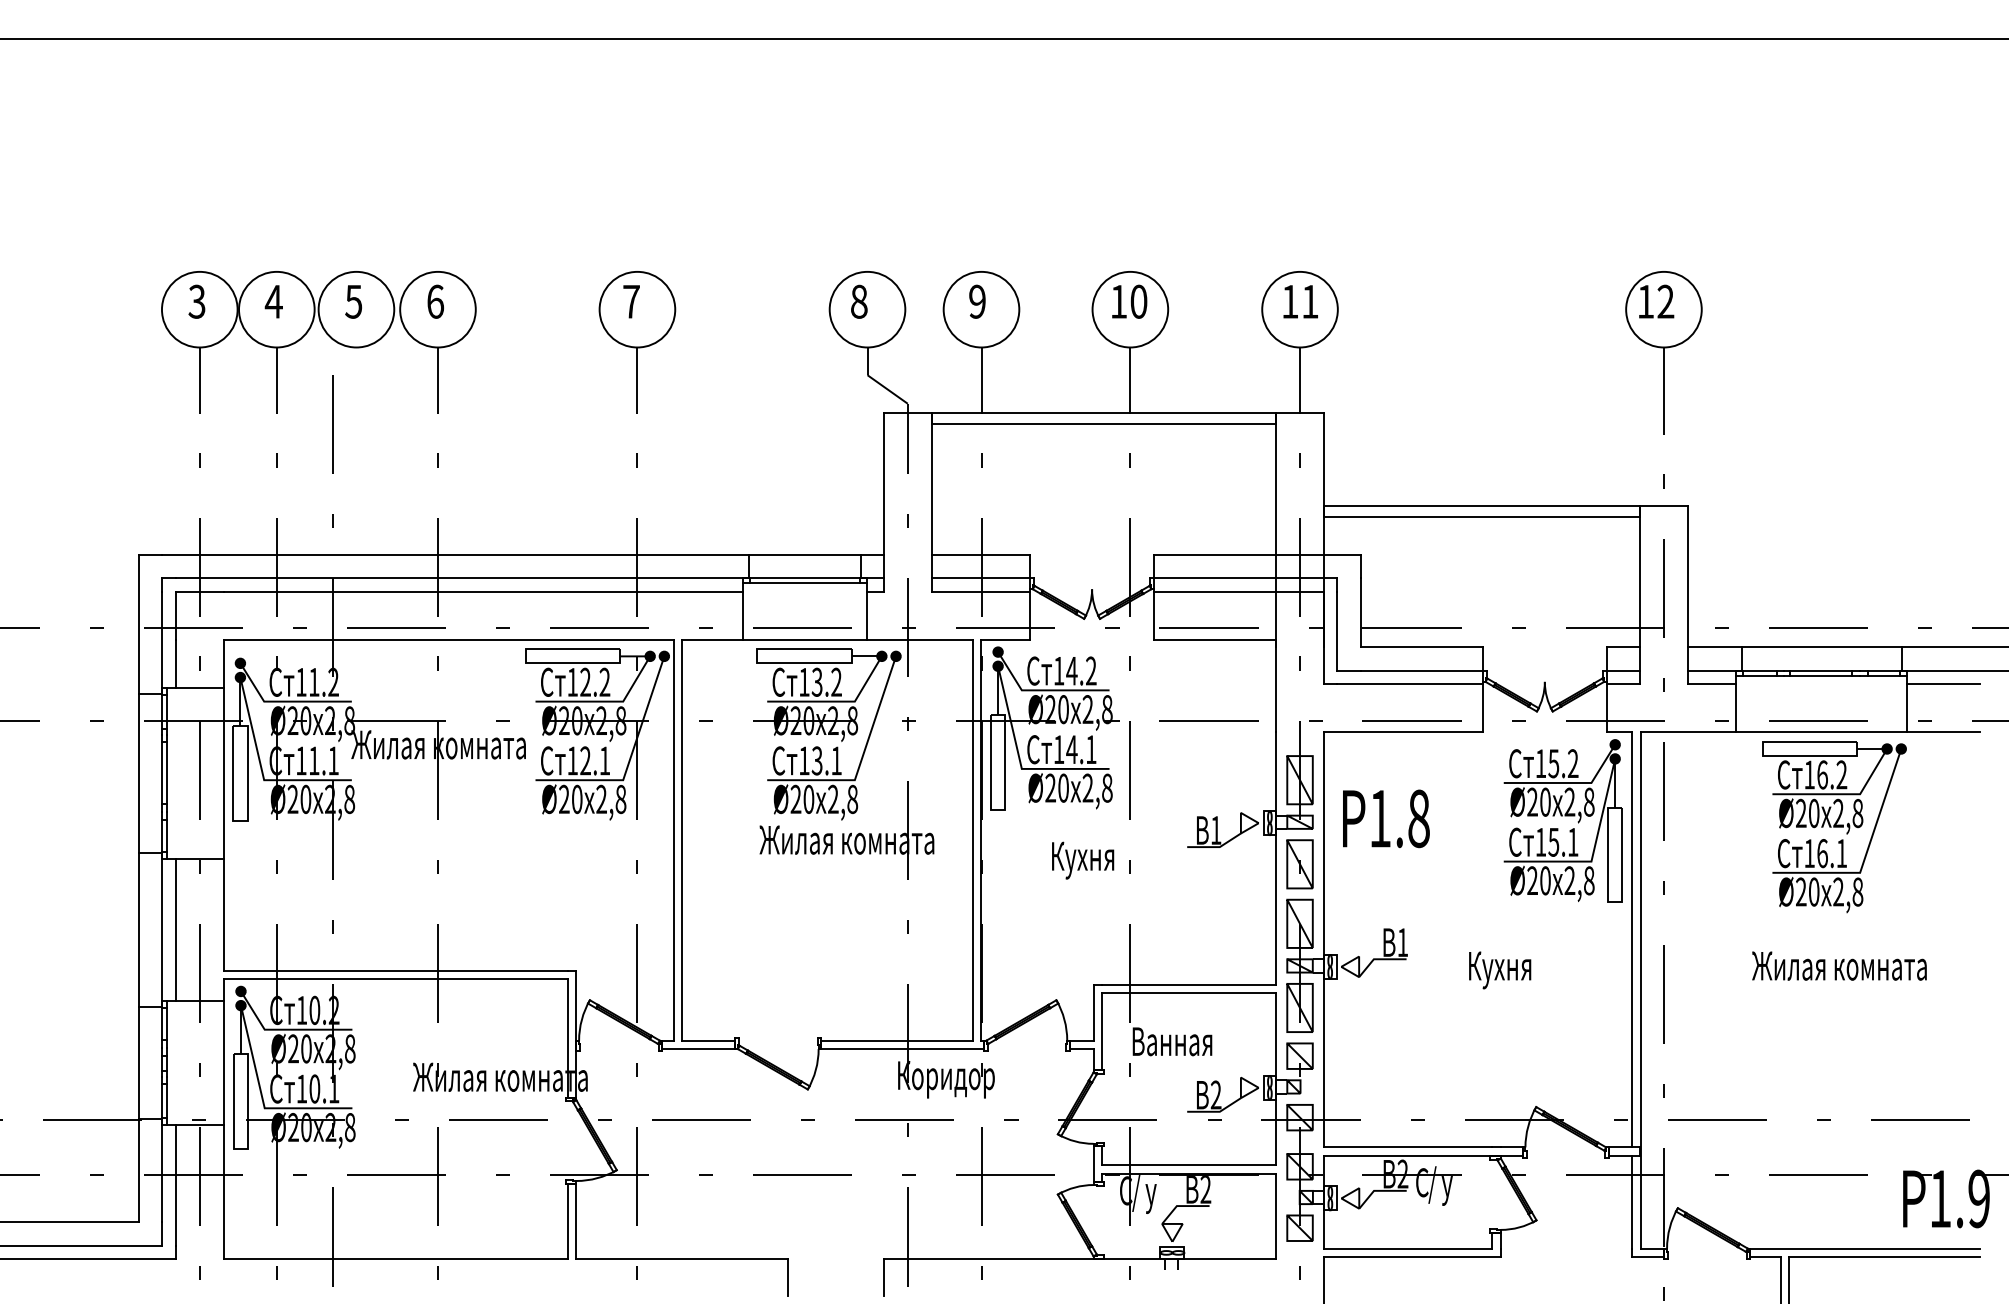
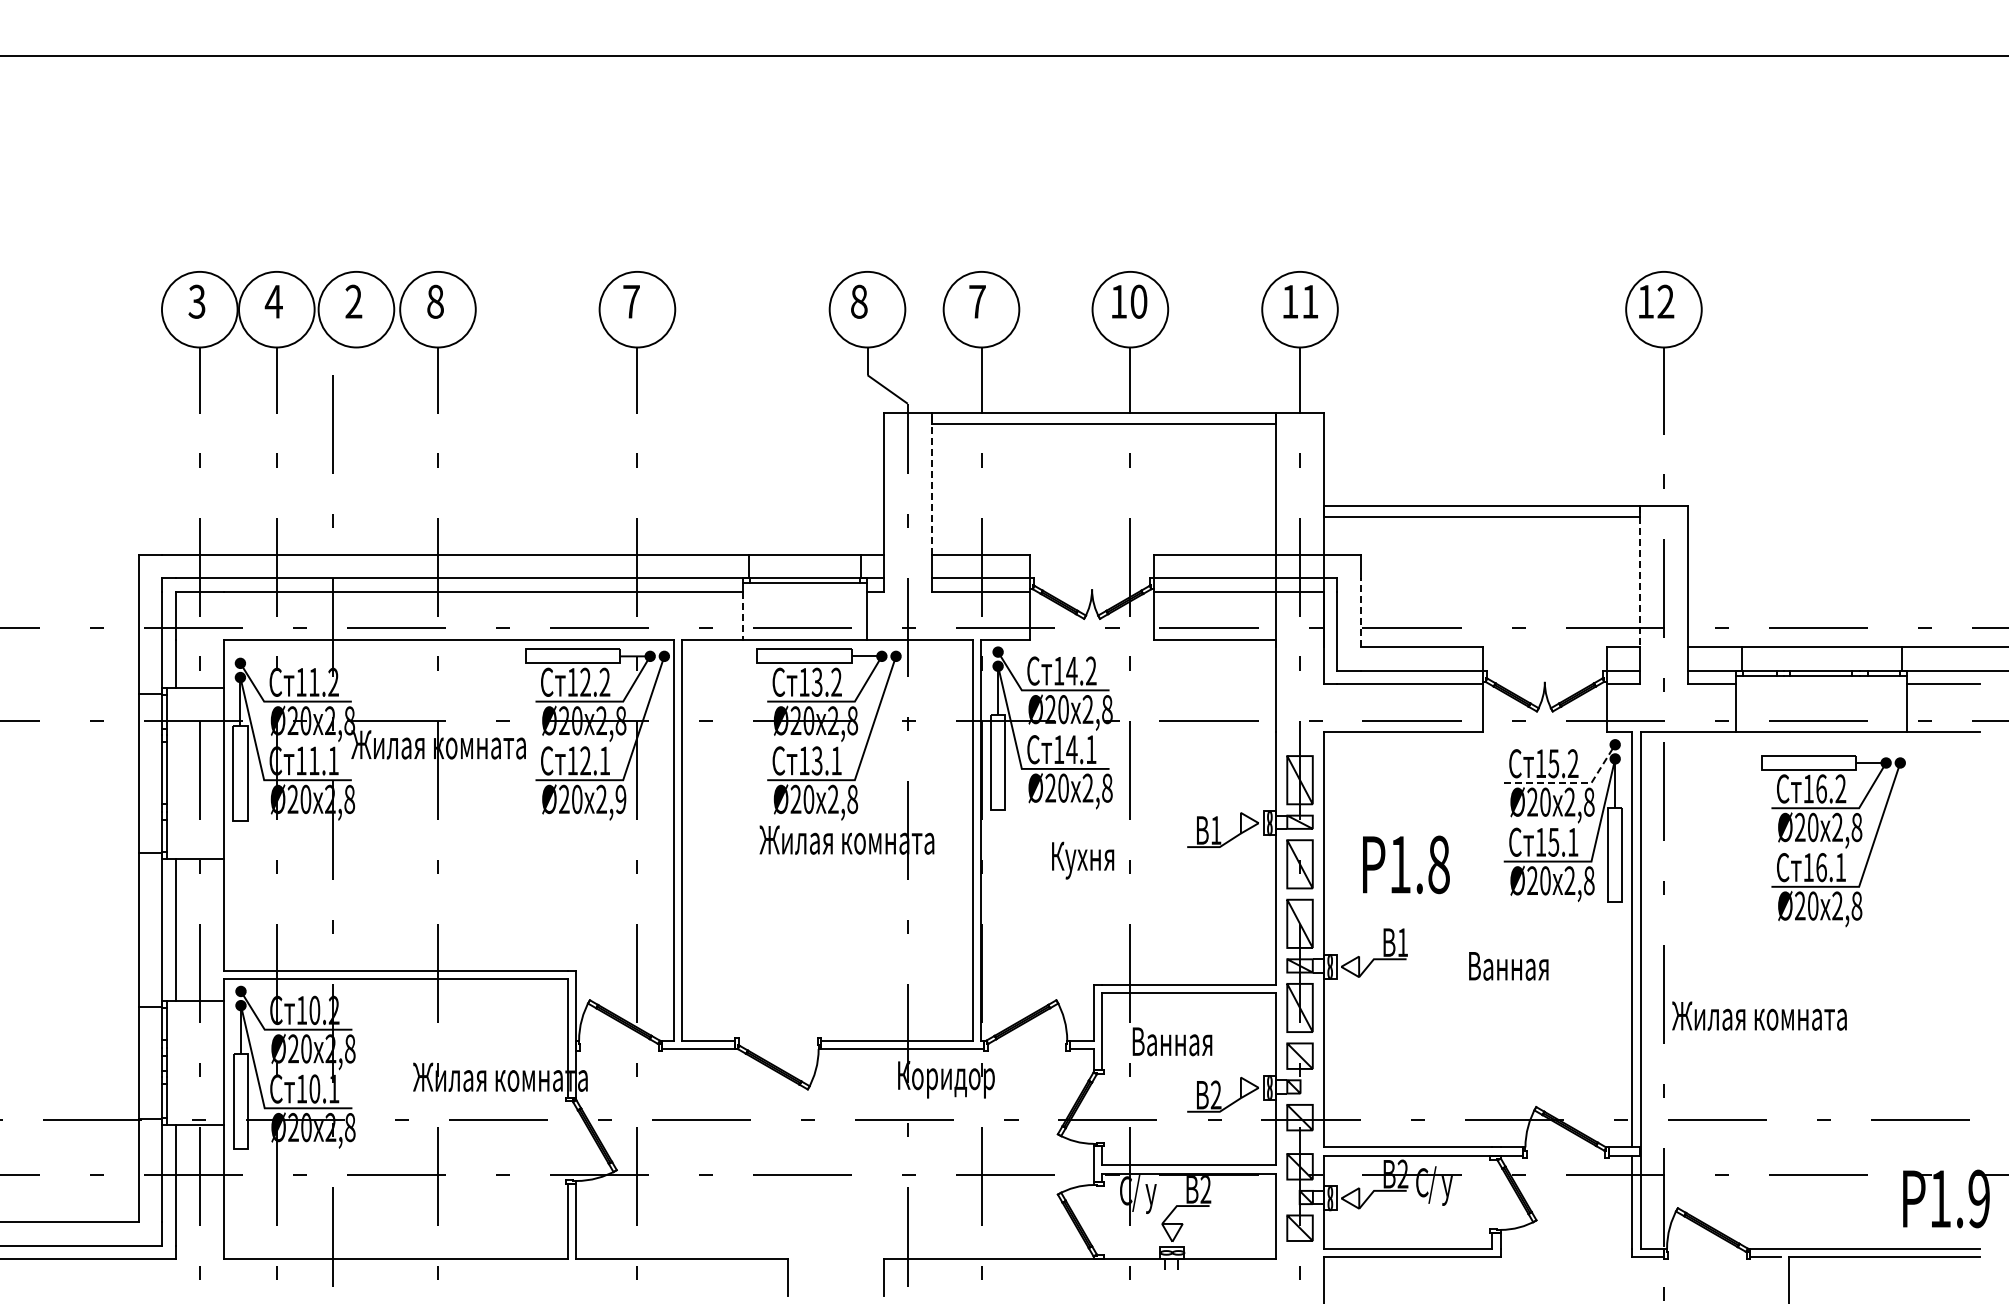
line at (1003, 39) position: (1003, 39) -> (1003, 56)
text at (353, 301): 5 -> 2
text at (435, 301): 6 -> 8
text at (977, 301): 9 -> 7
line at (931, 483): solid -> dashed
line at (1639, 576): solid -> dashed
line at (1361, 612): solid -> dashed
line at (742, 616): solid -> dashed
line at (1571, 782): solid -> dashed
text at (620, 799): 2,8 -> 2,9
text at (1386, 818) position: (1386, 818) -> (1406, 864)
part at (1834, 827) position: (1834, 827) -> (1833, 841)
text at (1839, 965) position: (1839, 965) -> (1759, 1015)
text at (1509, 970): Кухня -> Ванная
line at (1780, 1278): present -> none
